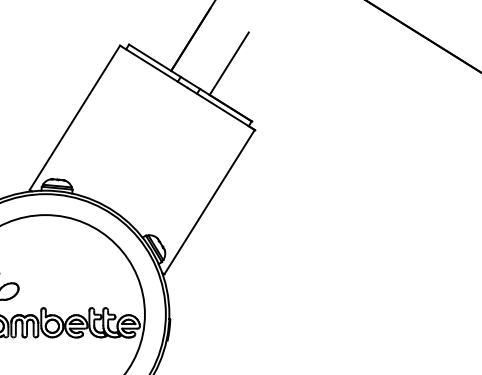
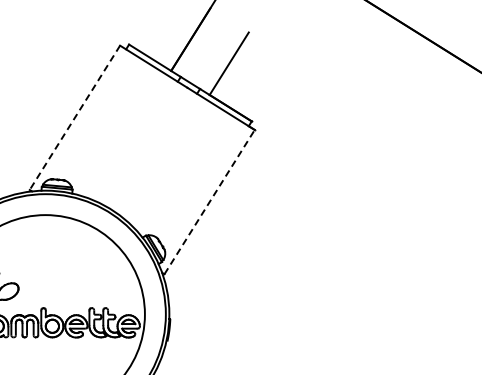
line at (74, 118): solid -> dashed
line at (209, 201): solid -> dashed
